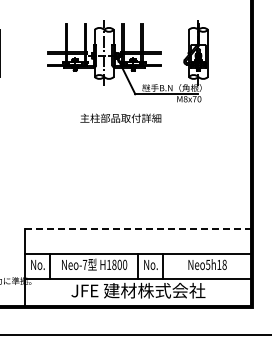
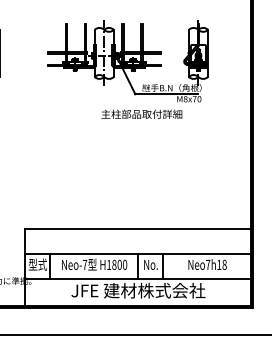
text at (120, 117) position: (120, 117) -> (141, 113)
line at (138, 228): dashed -> solid
text at (37, 264): No. -> 型式
text at (208, 264): Neo5h18 -> Neo7h18
